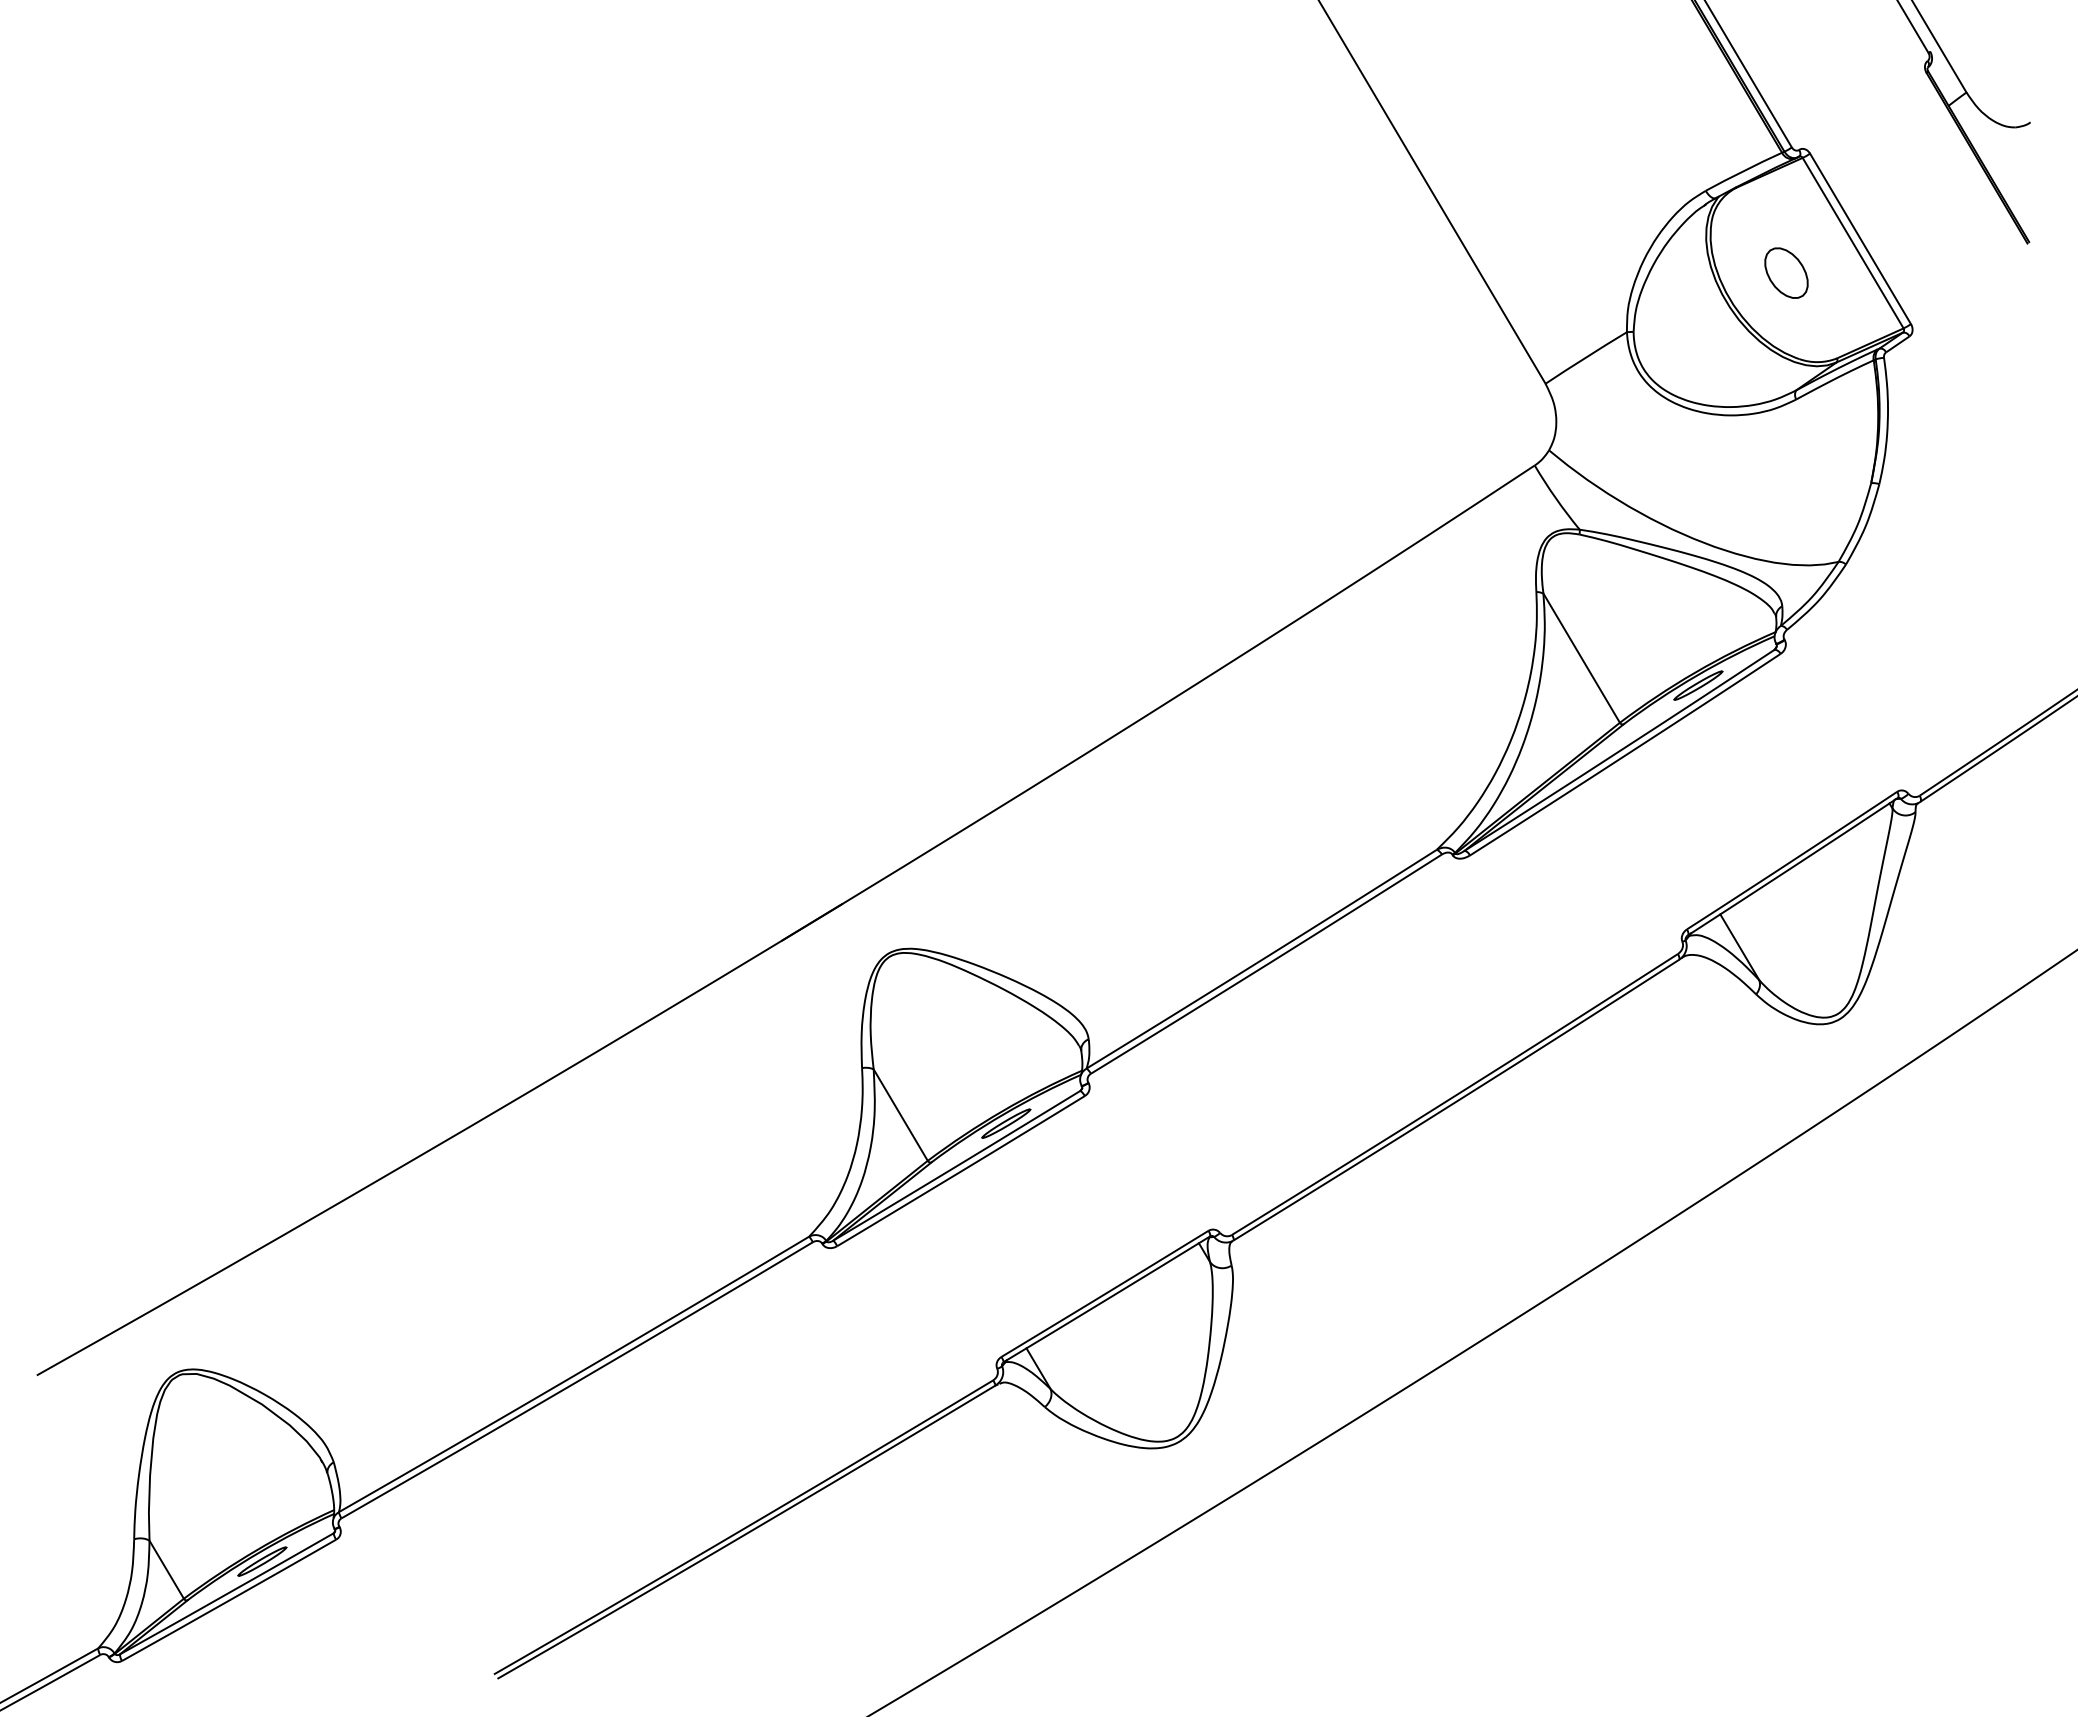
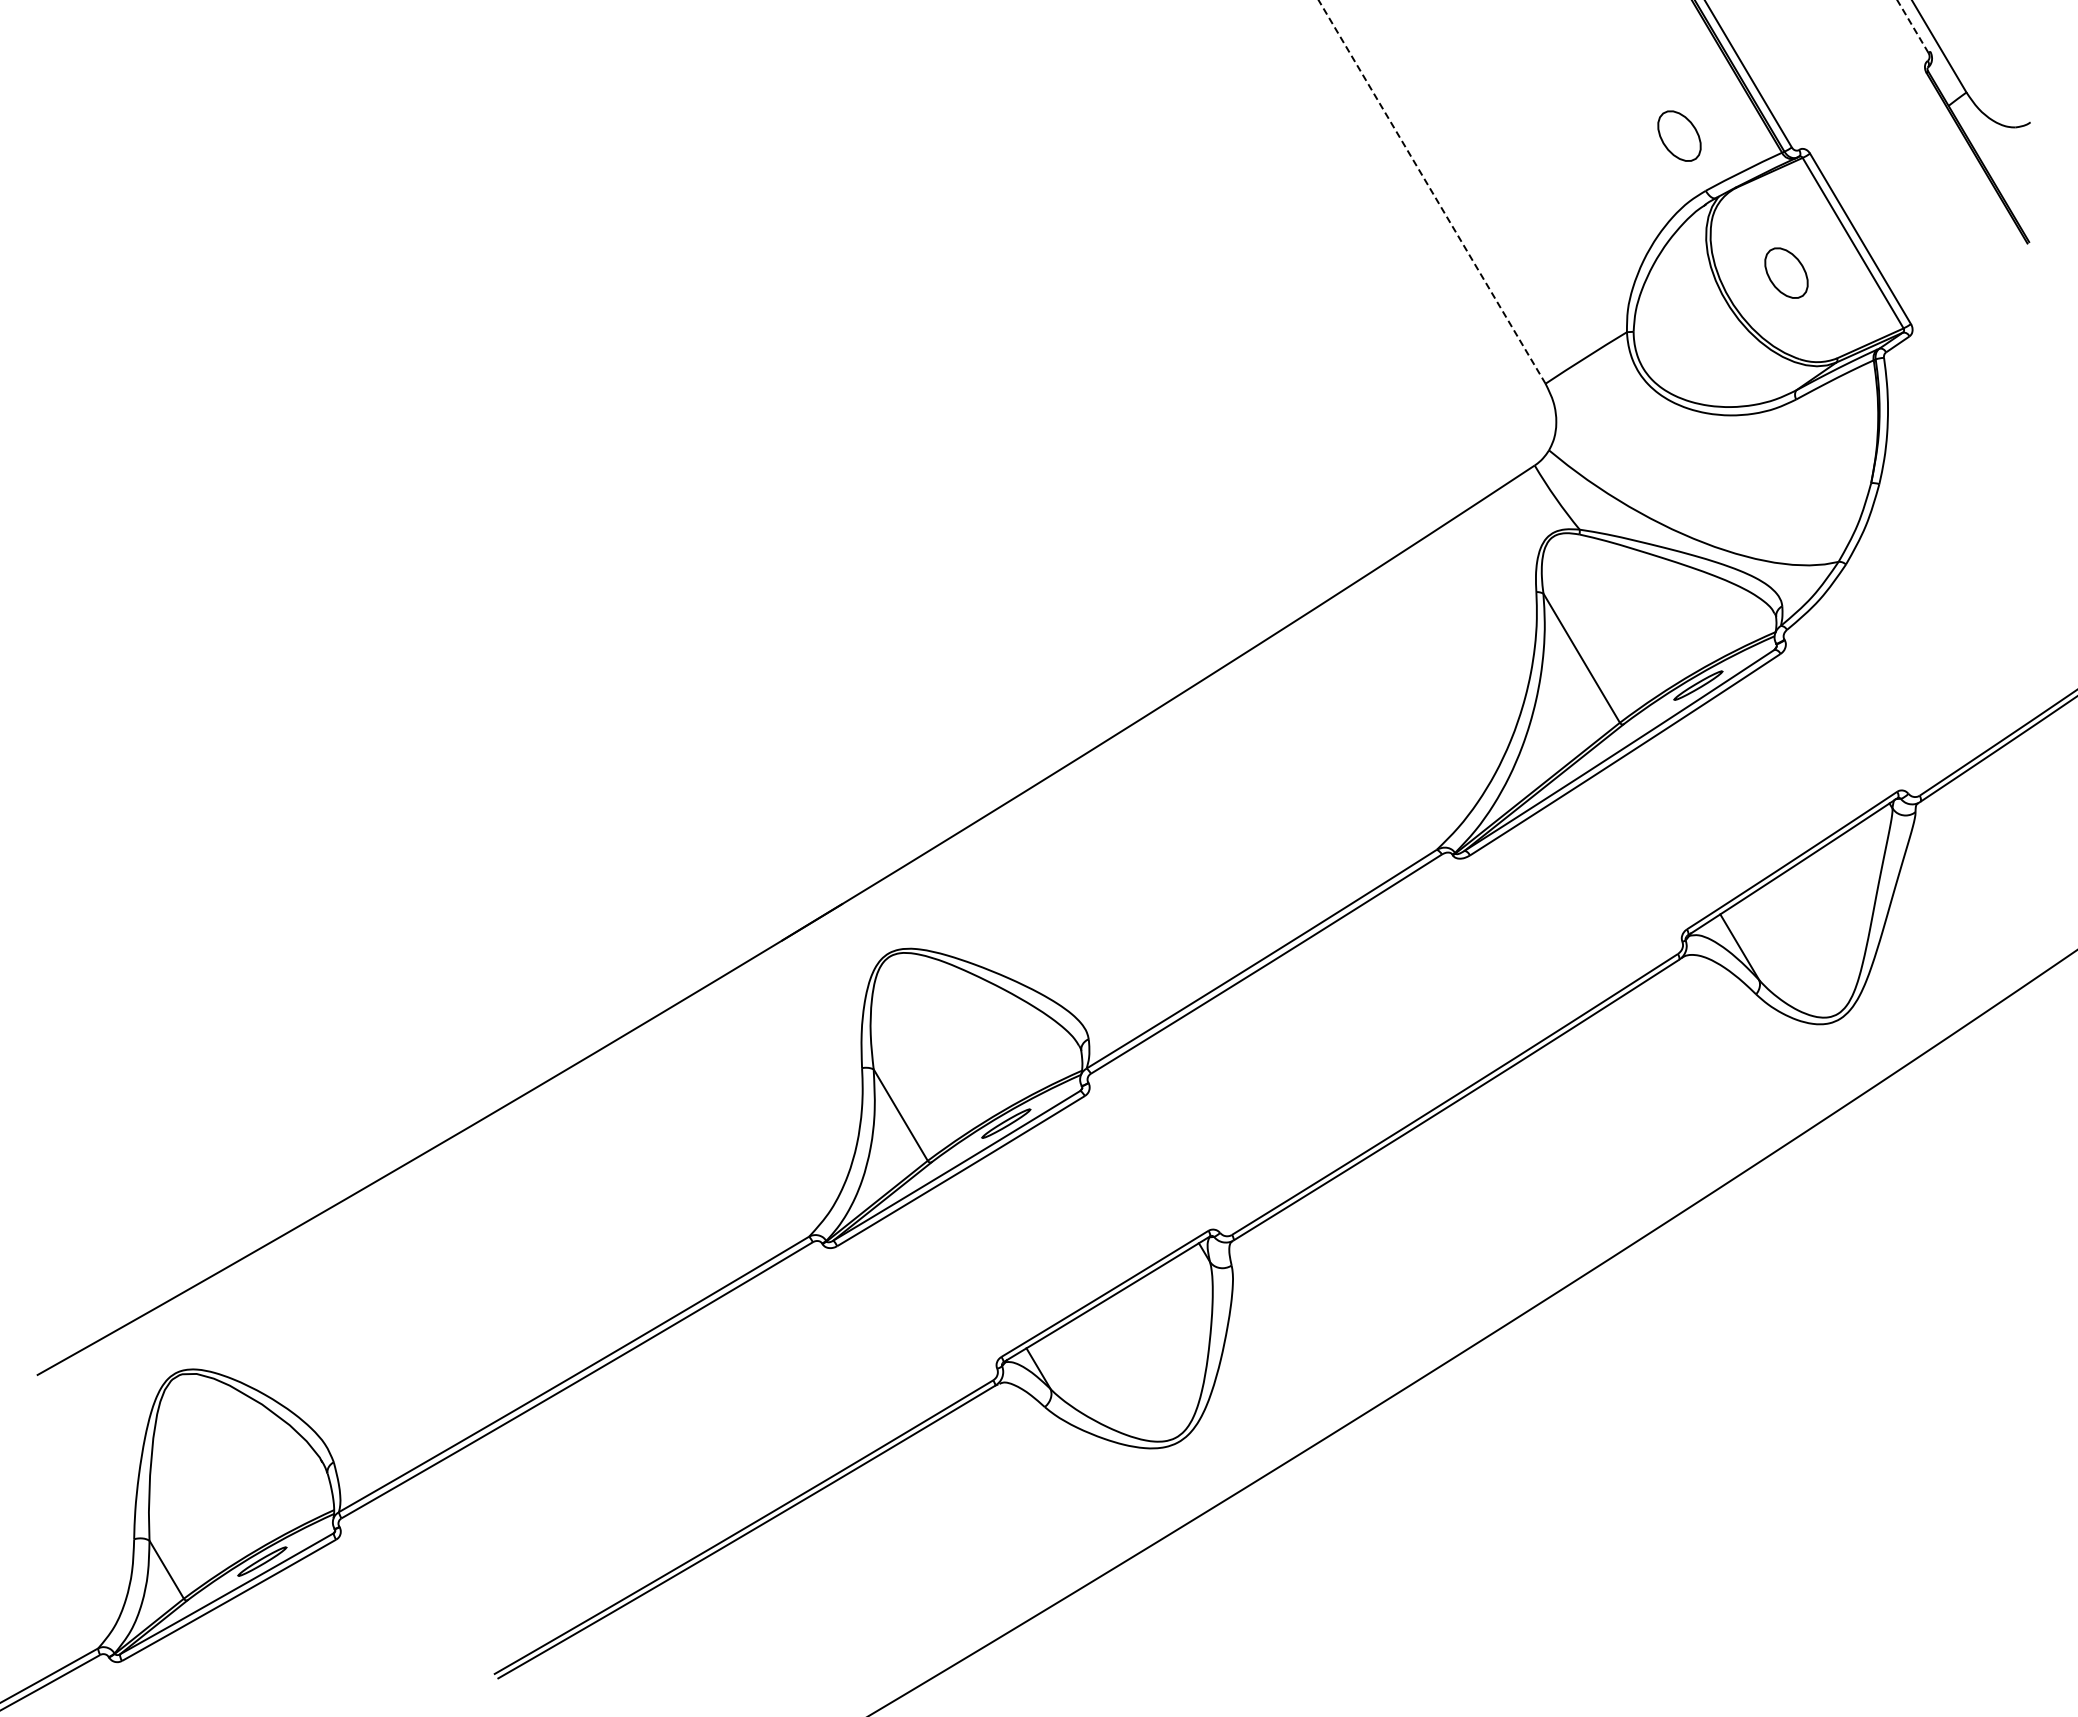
line at (1912, 26): solid -> dashed
part at (1679, 135): none -> present
line at (1432, 191): solid -> dashed
